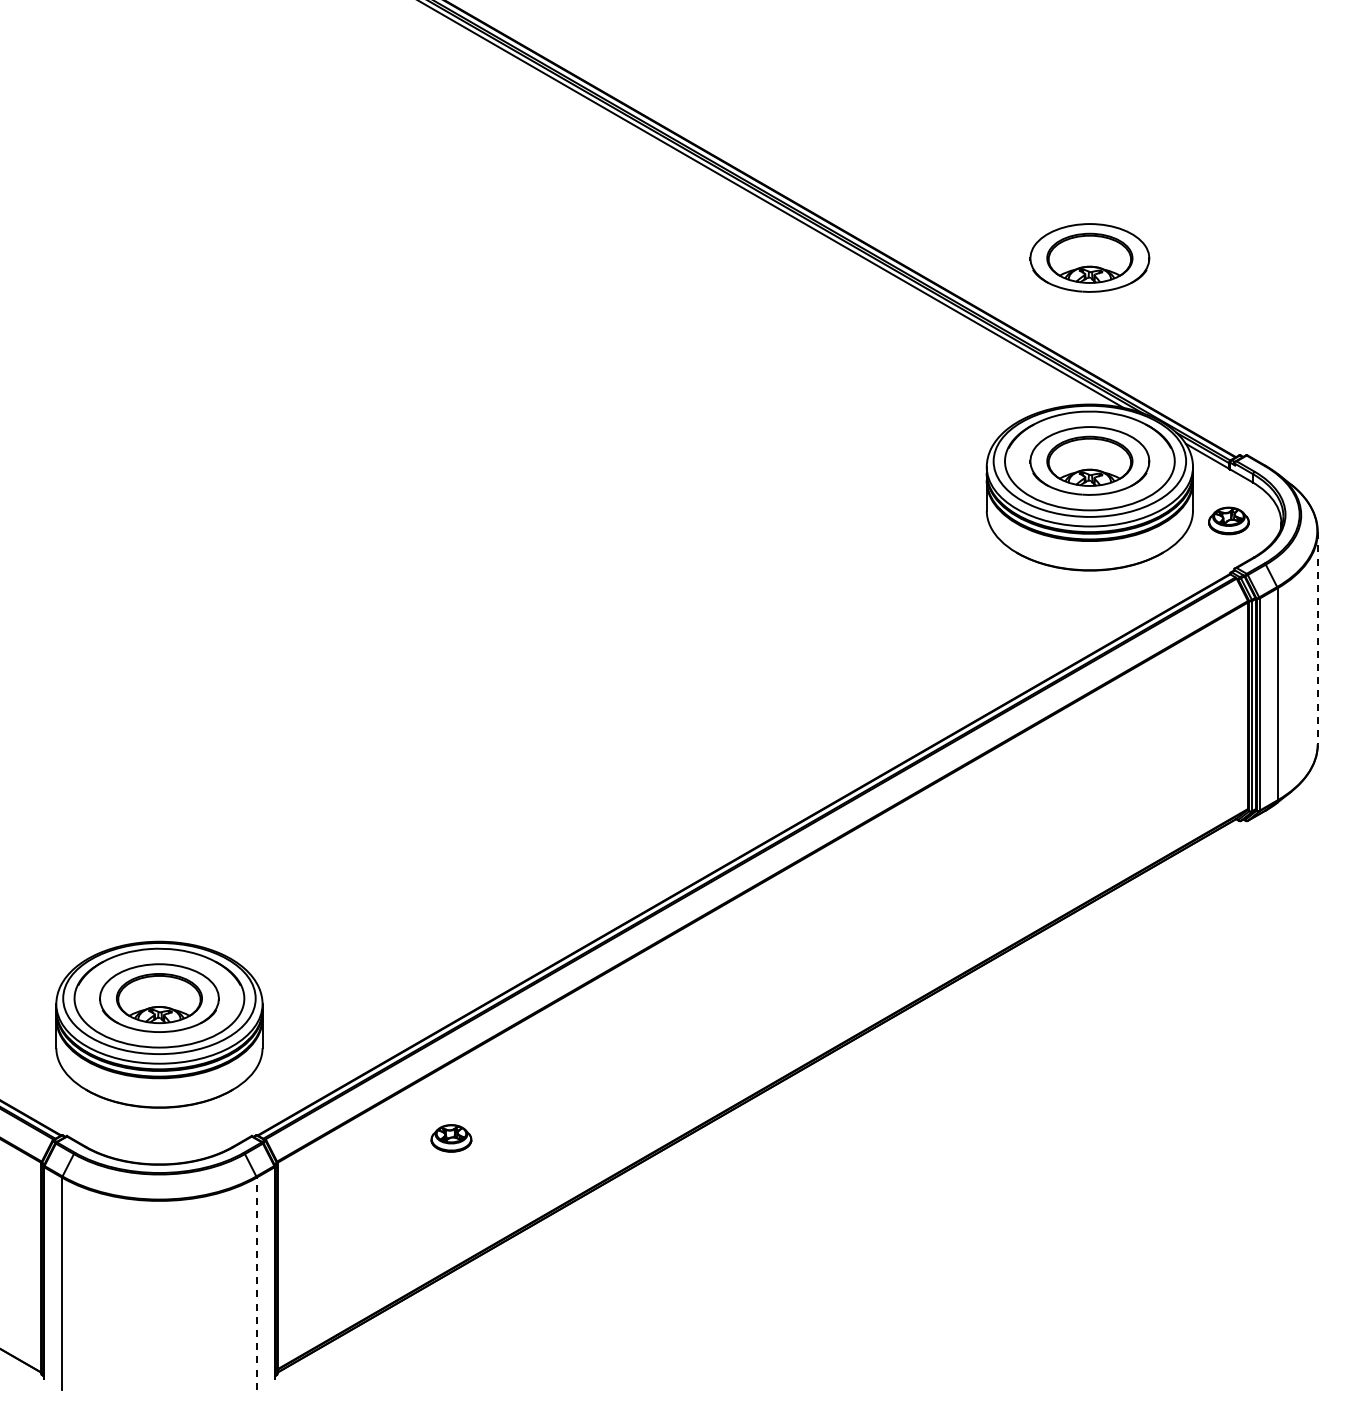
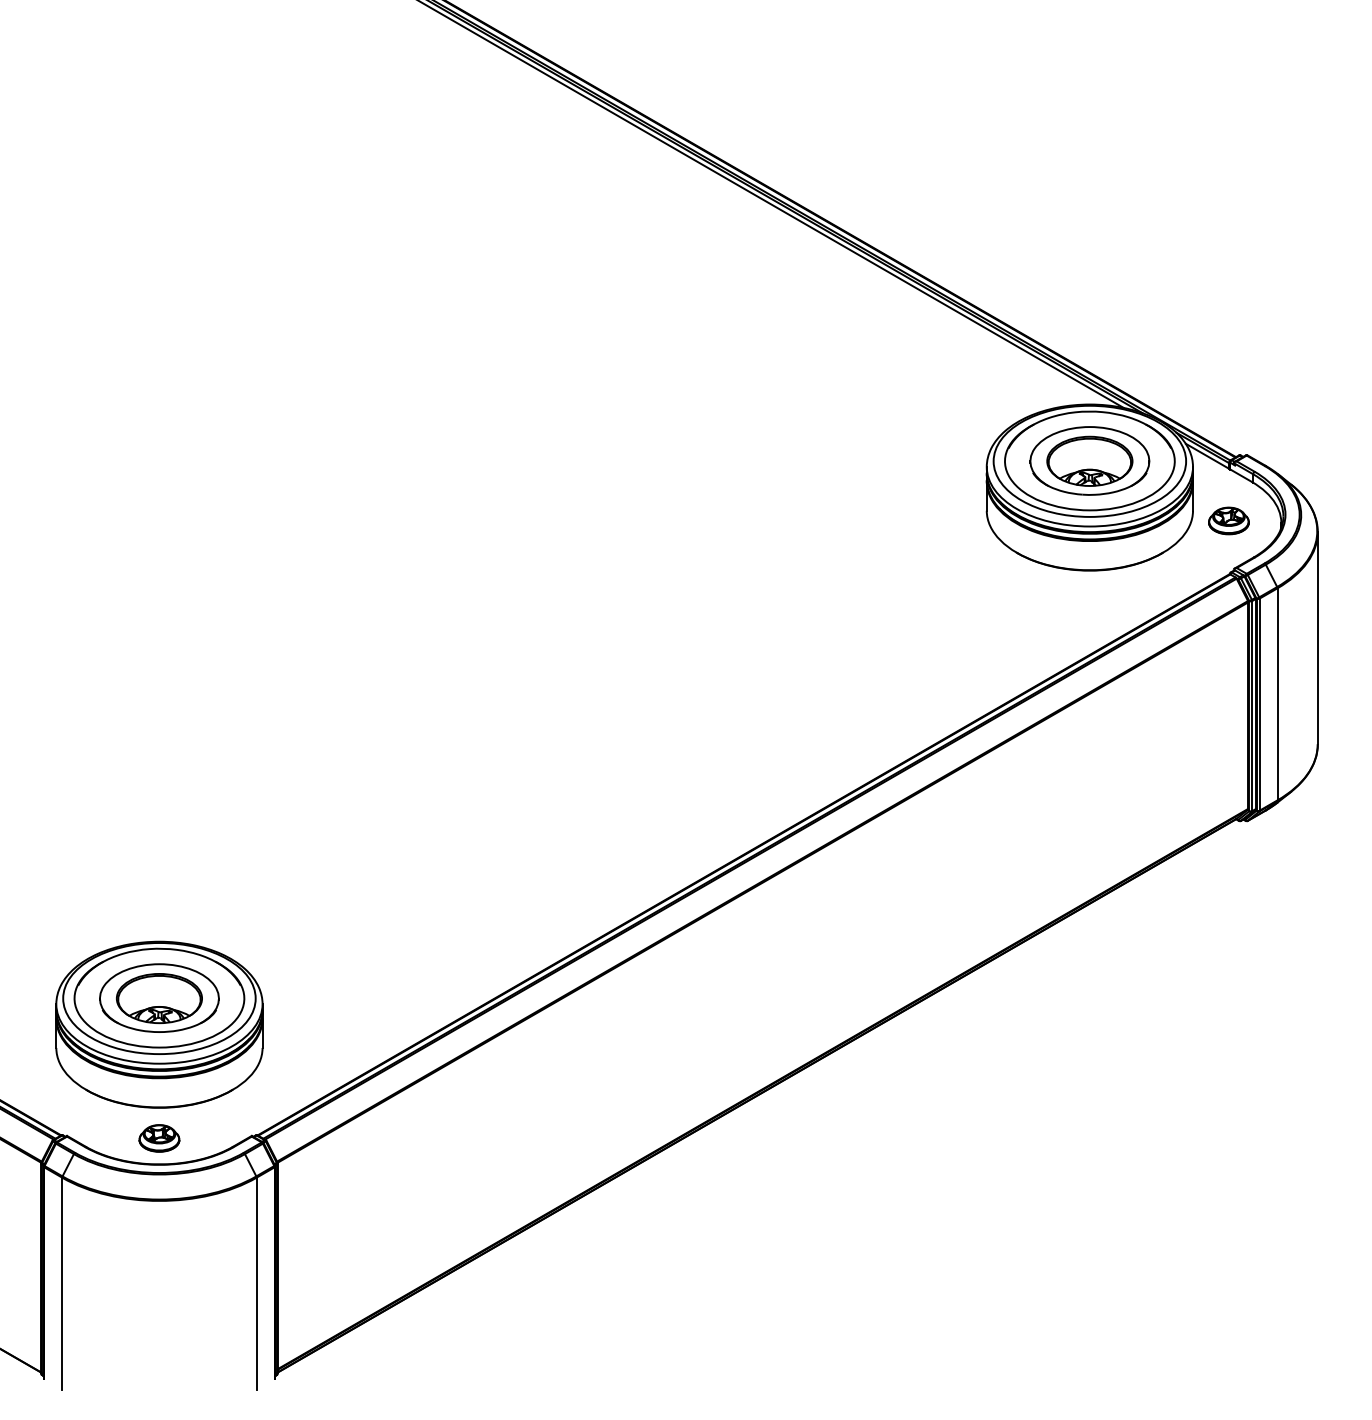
part at (1089, 257): present -> none
line at (1317, 638): dashed -> solid
part at (451, 1138) position: (451, 1138) -> (159, 1138)
line at (256, 1283): dashed -> solid
